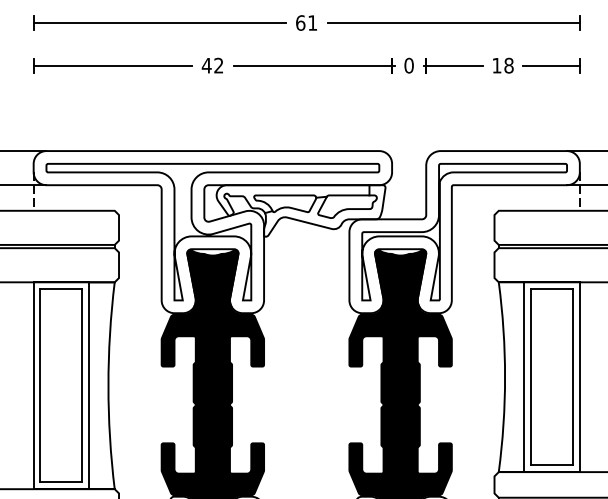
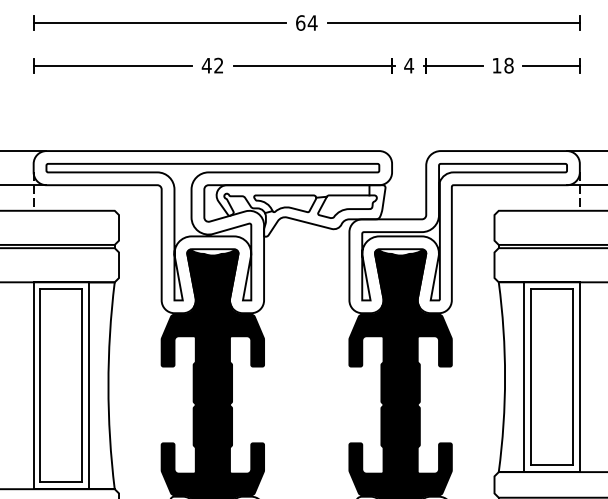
text at (312, 22): 61 -> 64
text at (409, 65): 0 -> 4
